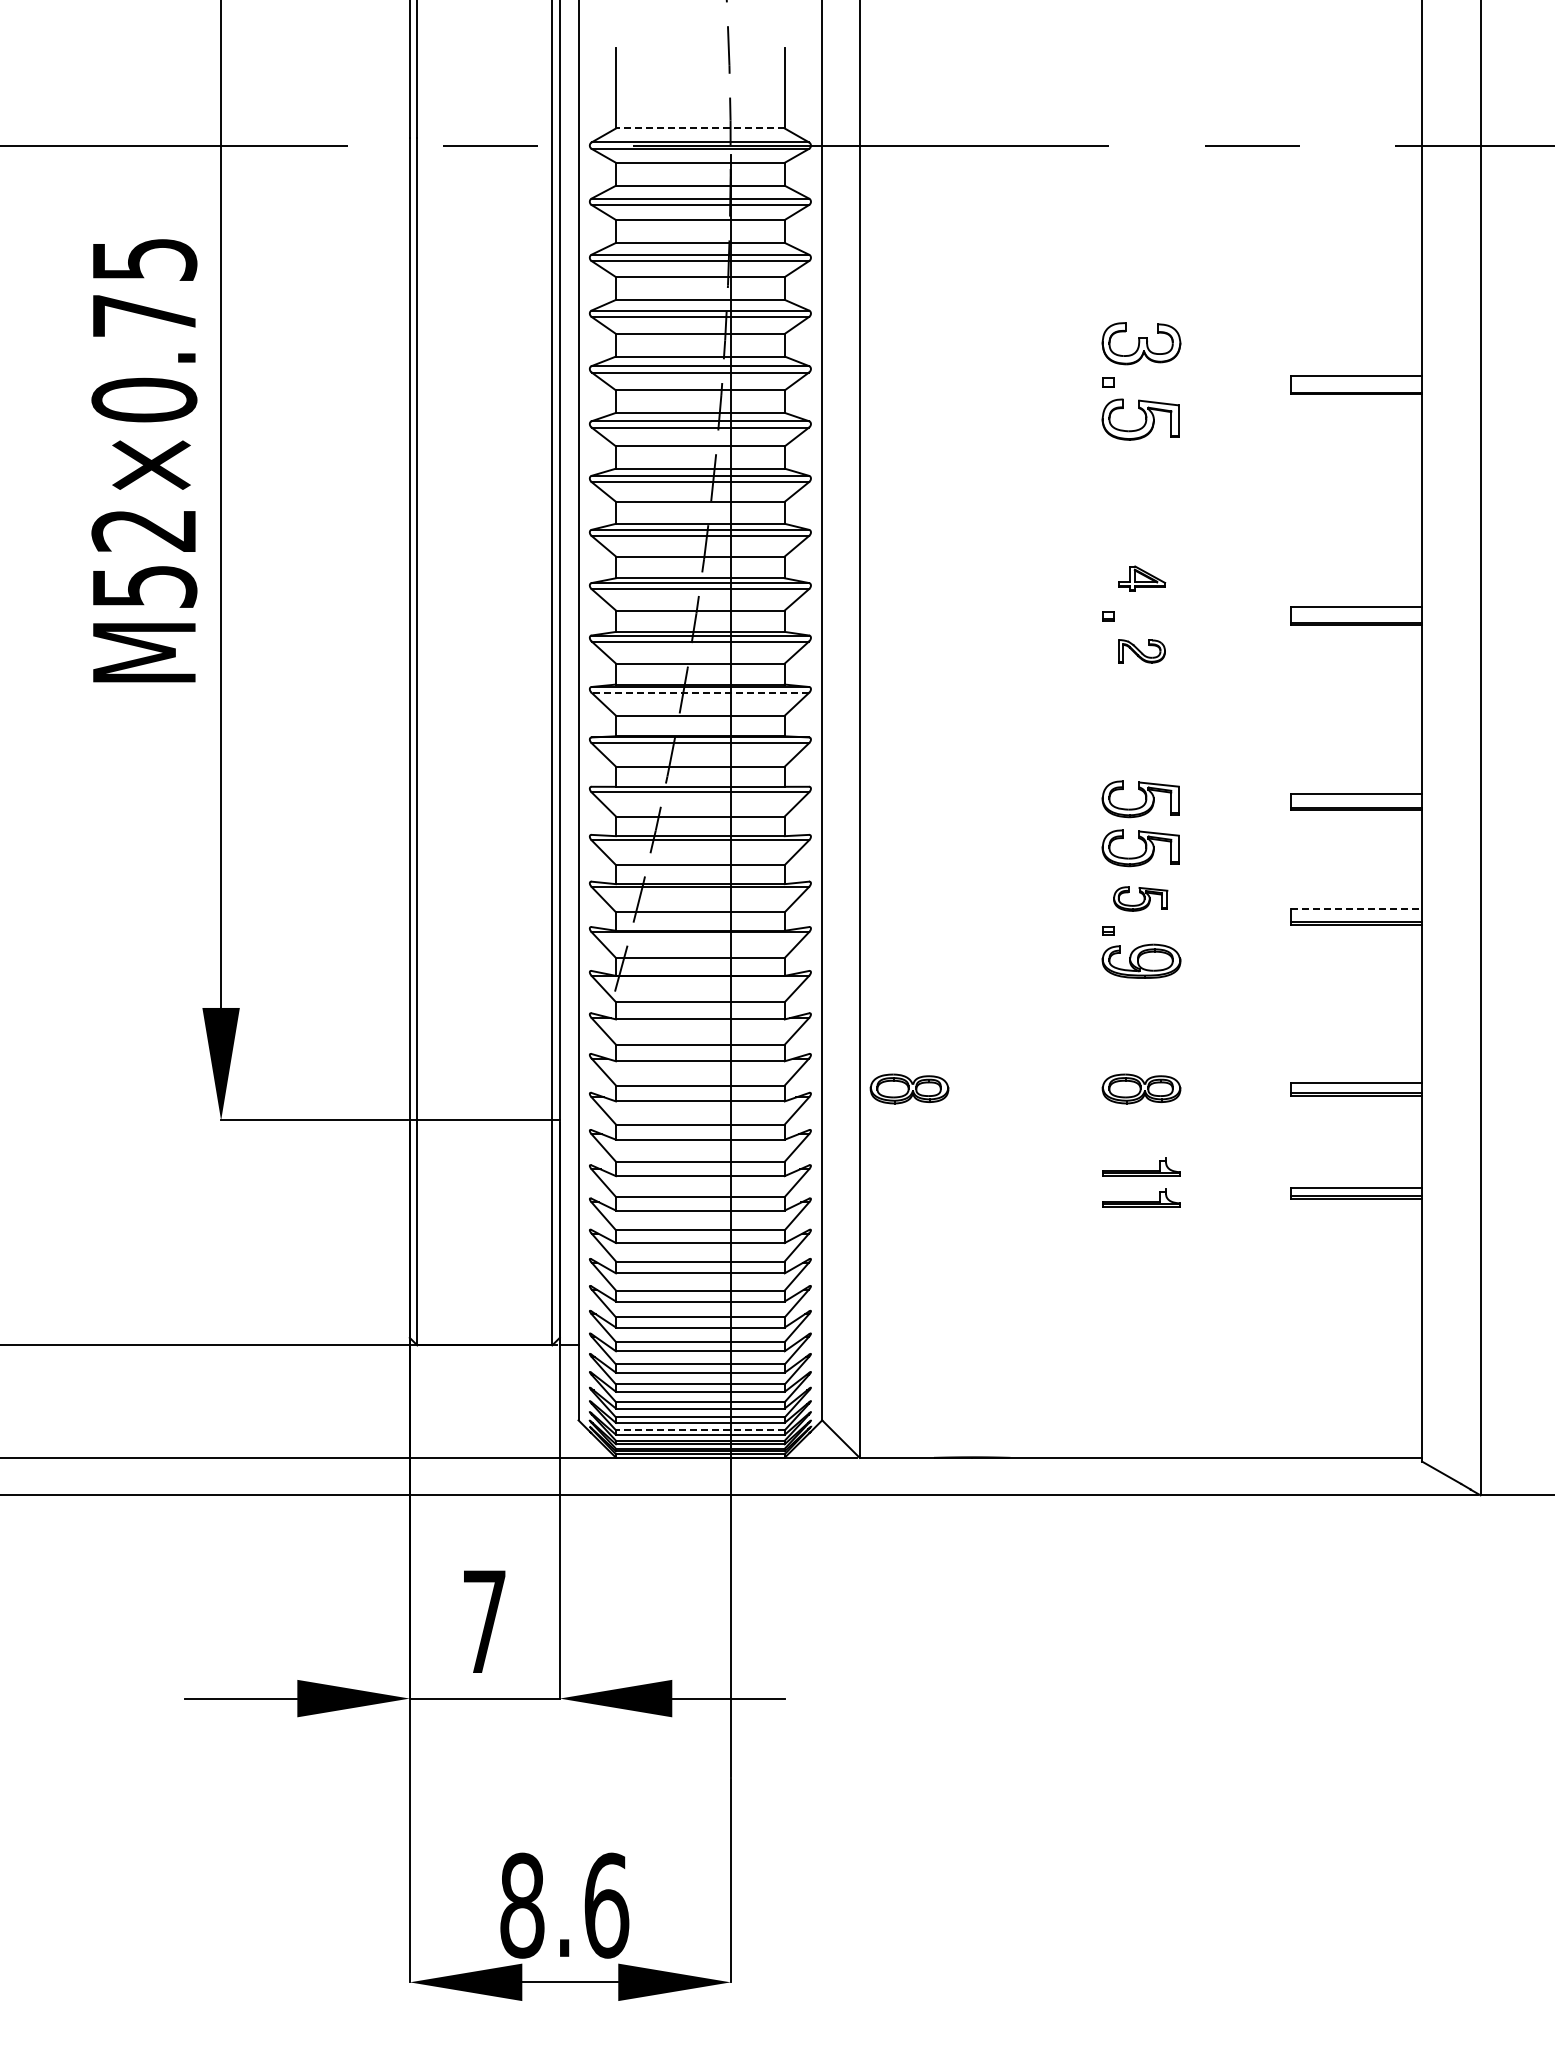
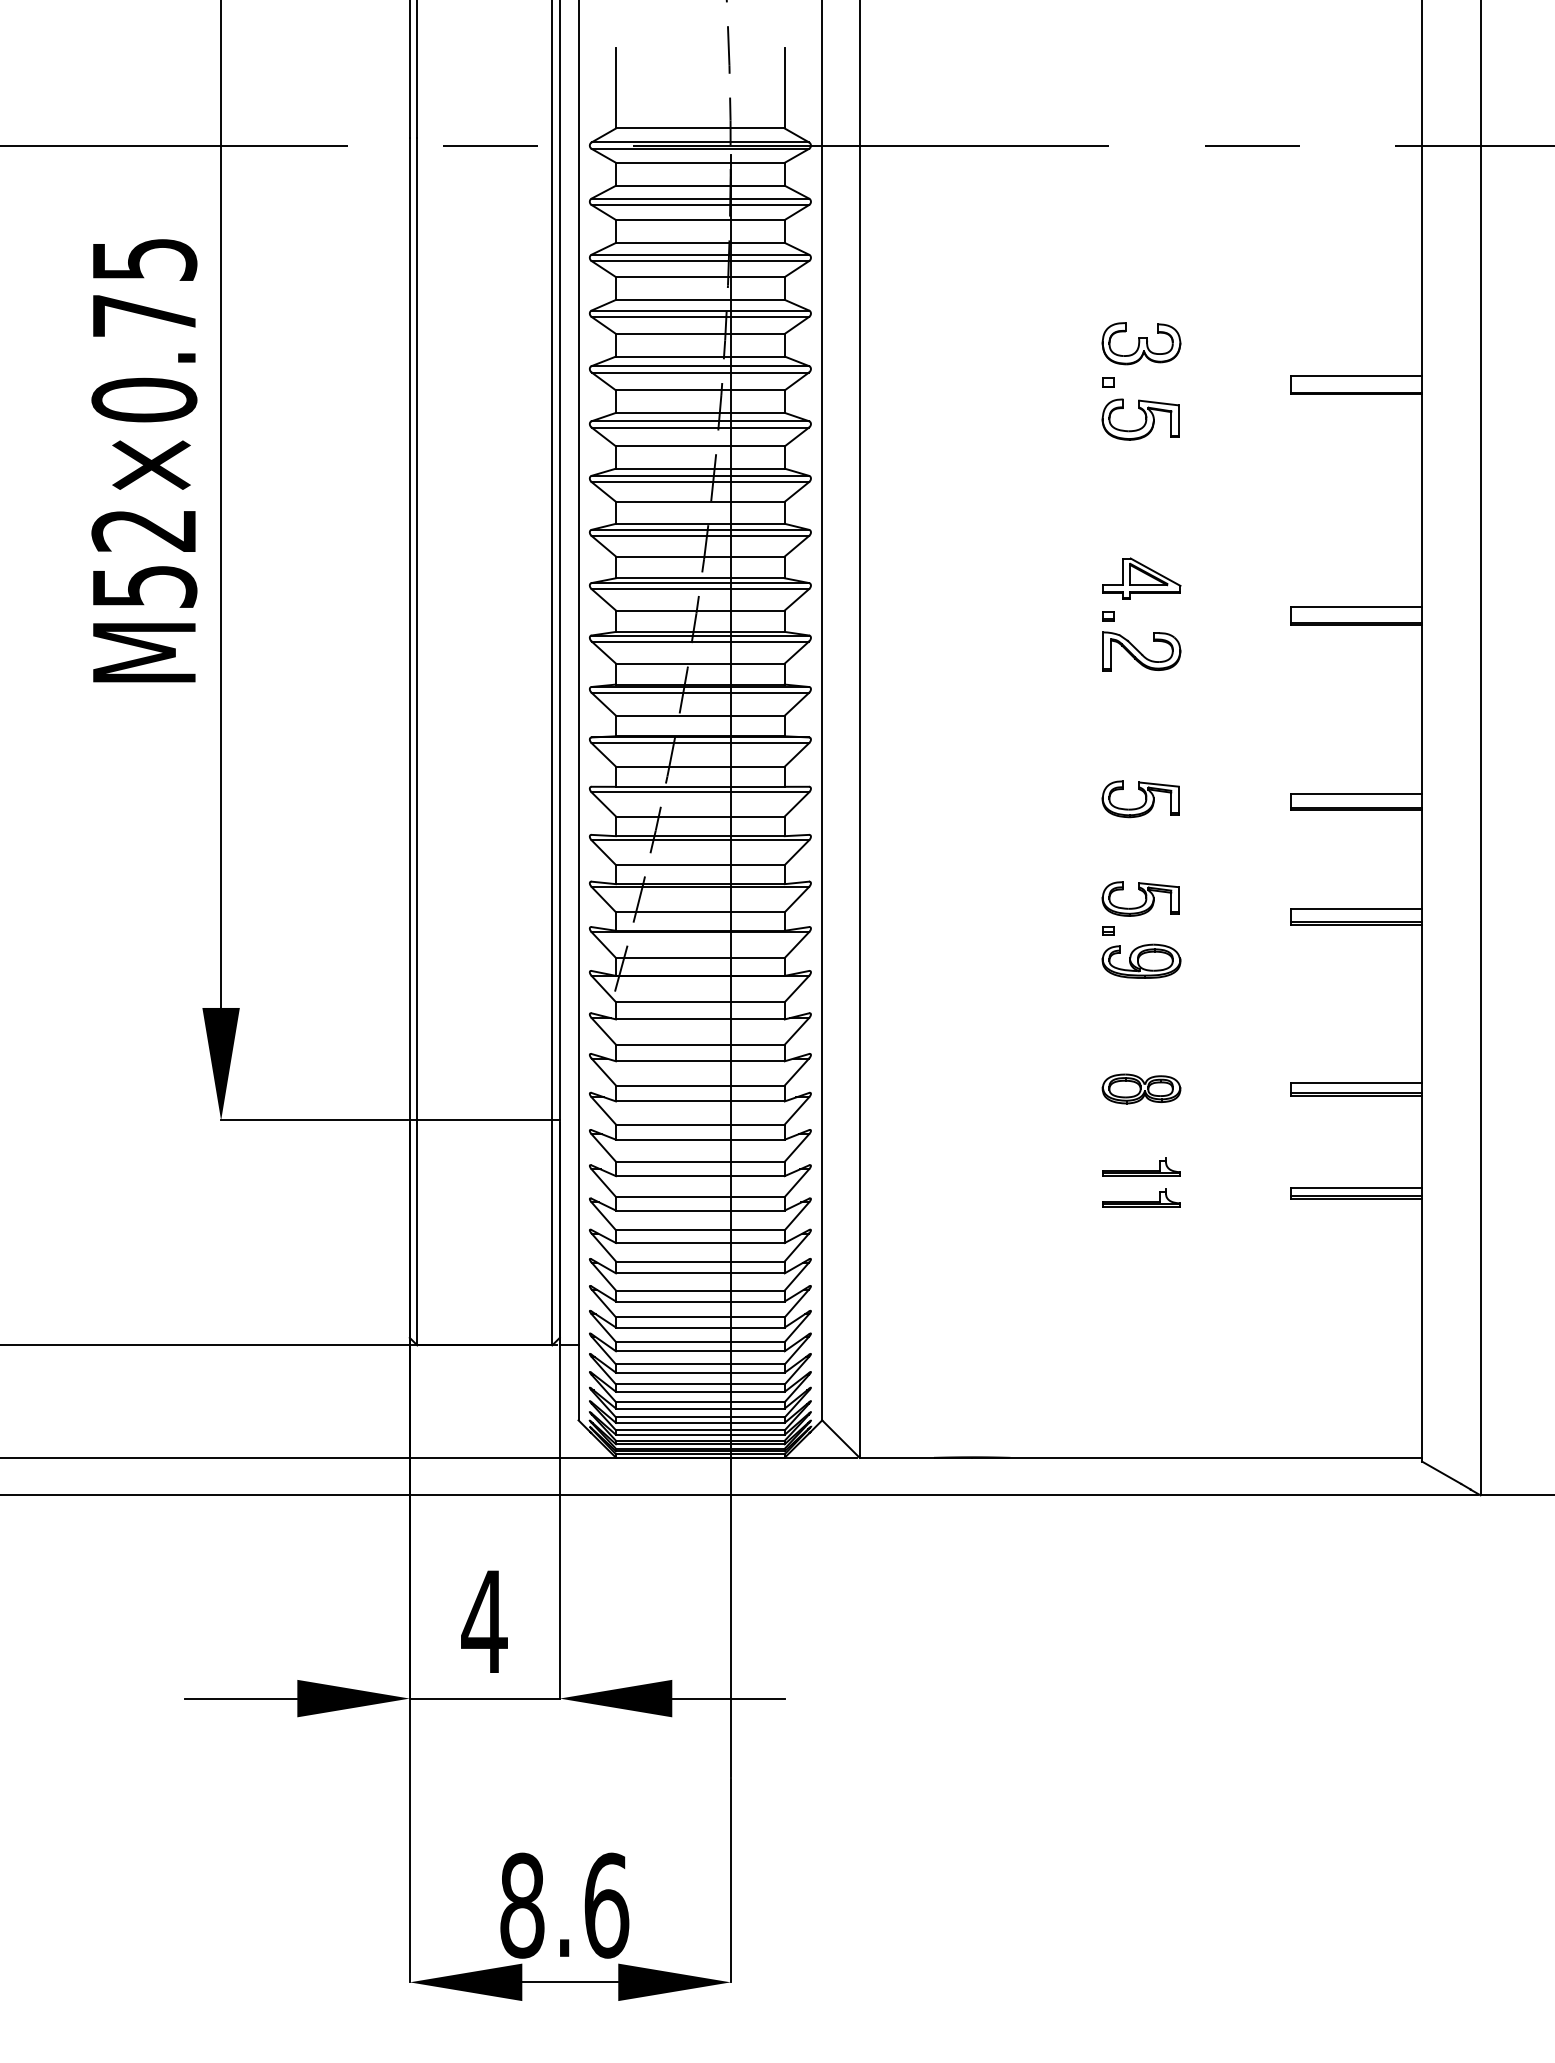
line at (699, 128): dashed -> solid
part at (1142, 578) size: 49x27 px -> 80x43 px
part at (1141, 651) size: 48x25 px -> 80x41 px
line at (700, 692): dashed -> solid
part at (1140, 848): present -> none
part at (1140, 898) size: 56x26 px -> 79x36 px
line at (1356, 909): dashed -> solid
part at (909, 1088): present -> none
line at (699, 1430): dashed -> solid
text at (484, 1621): 7 -> 4
